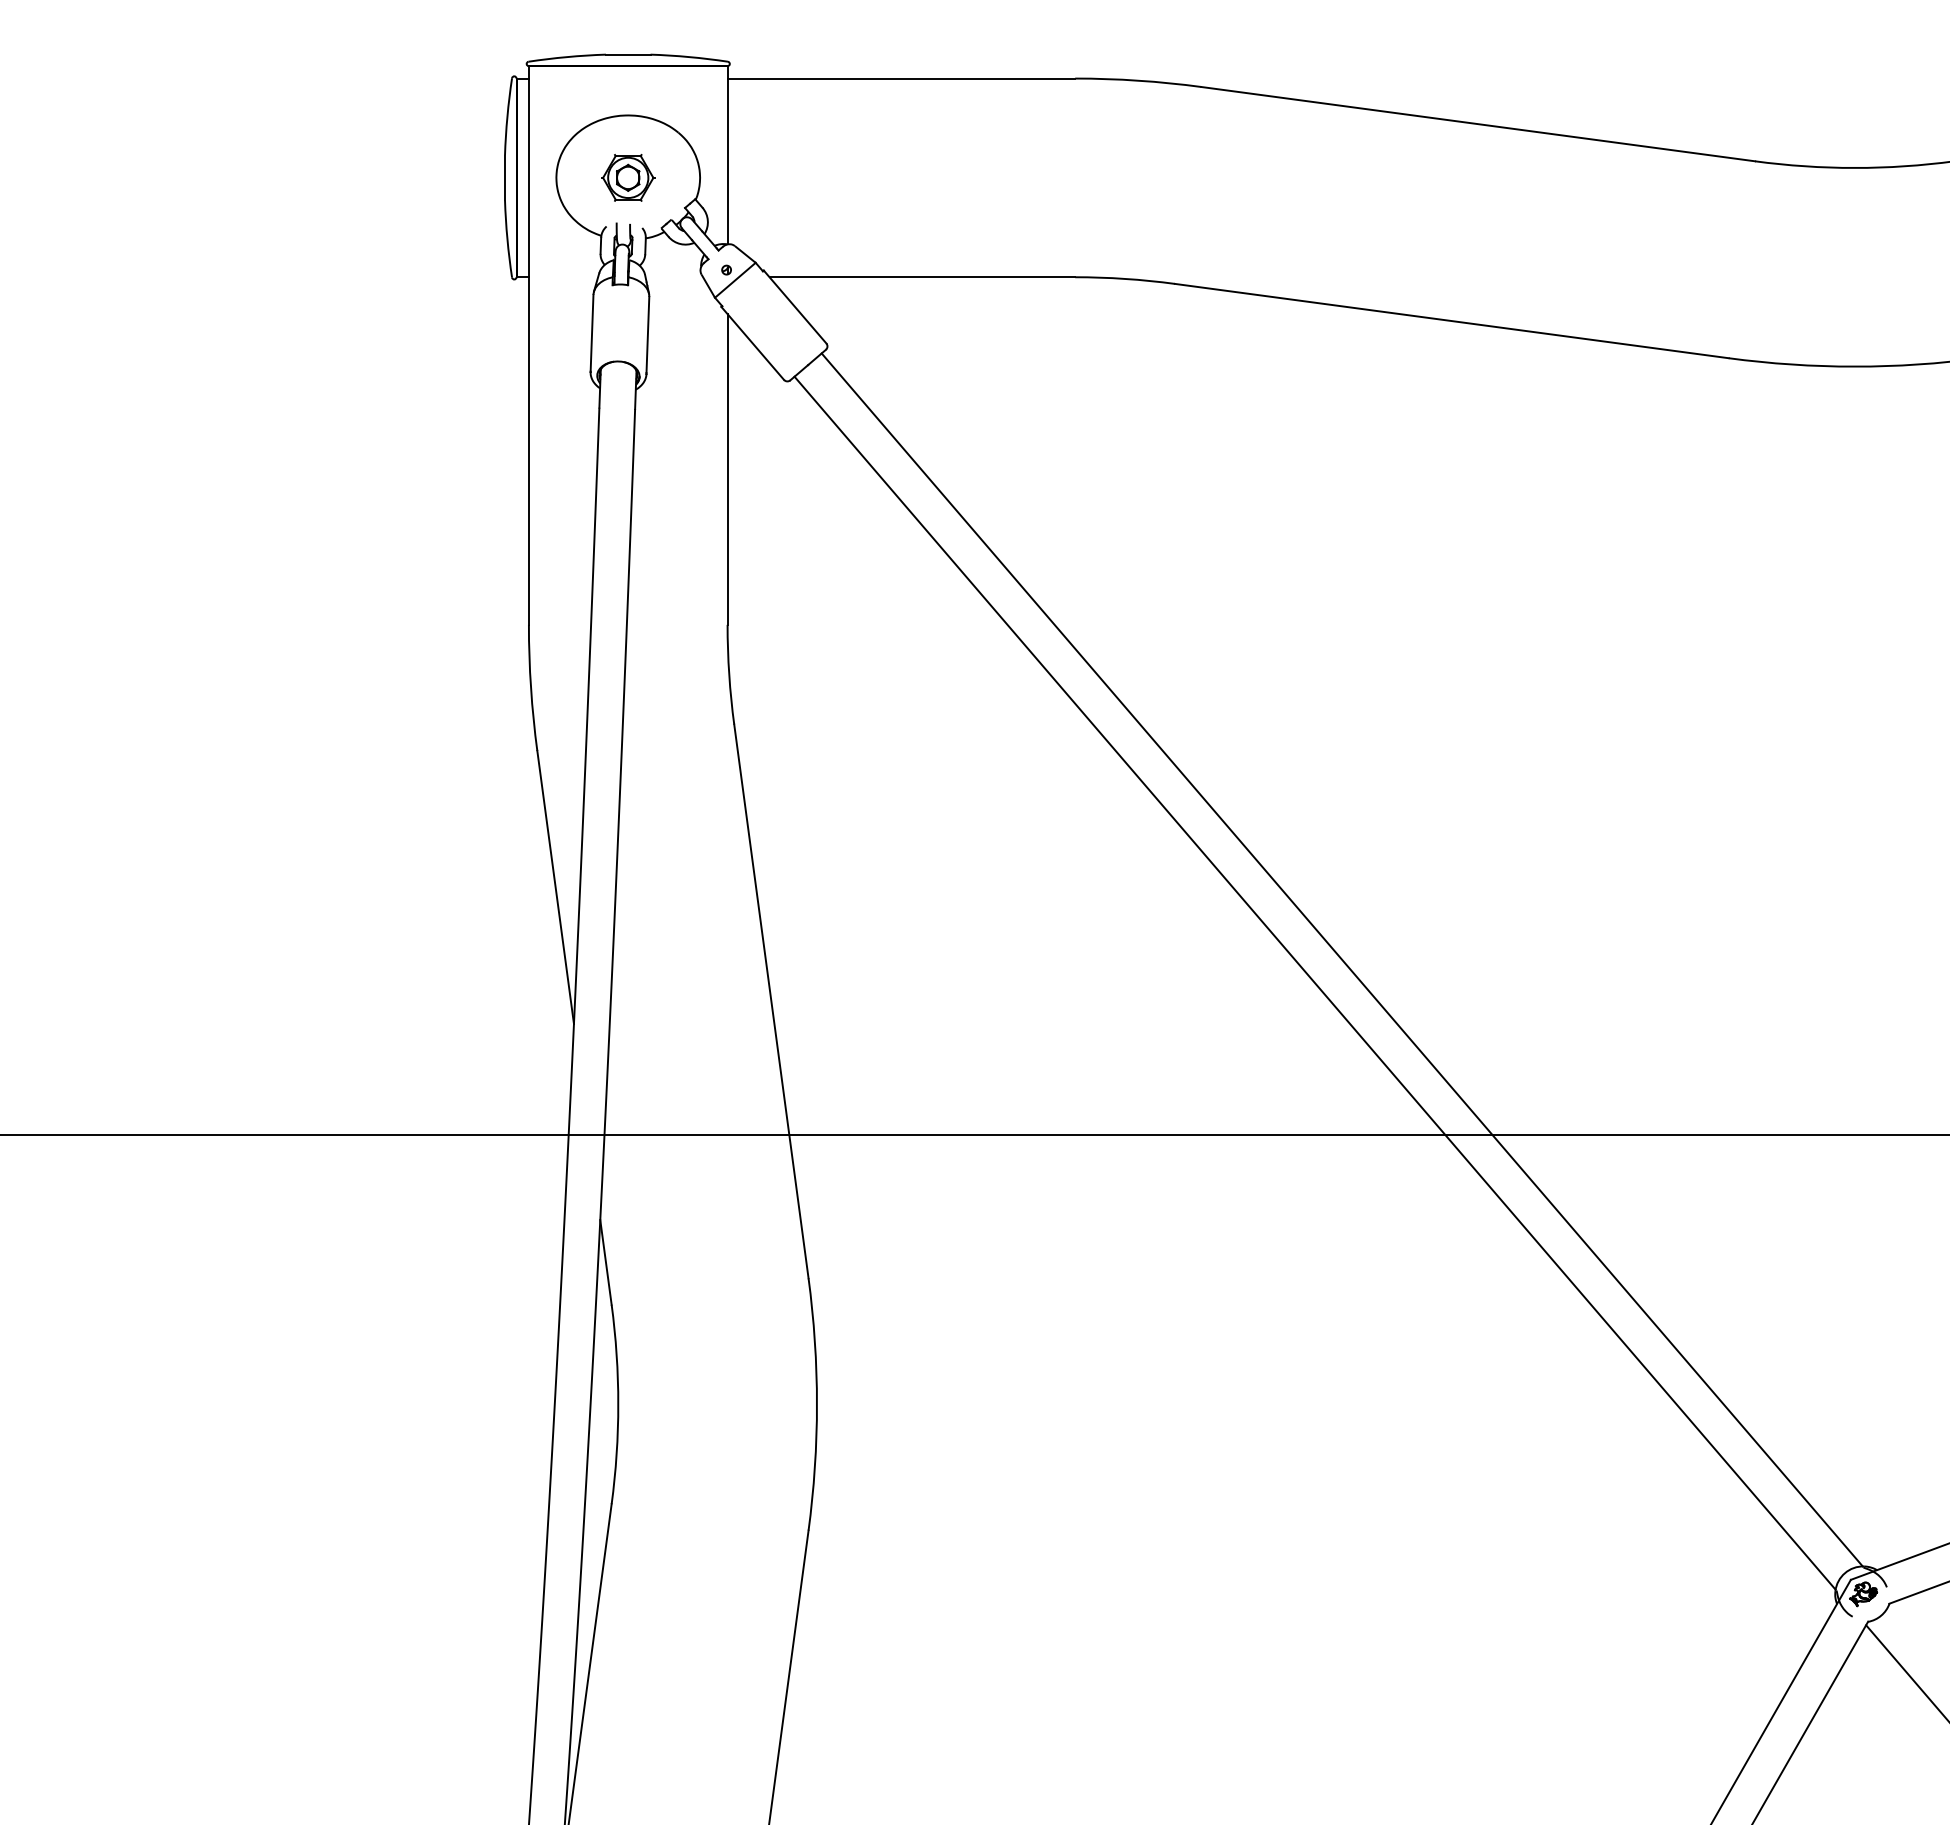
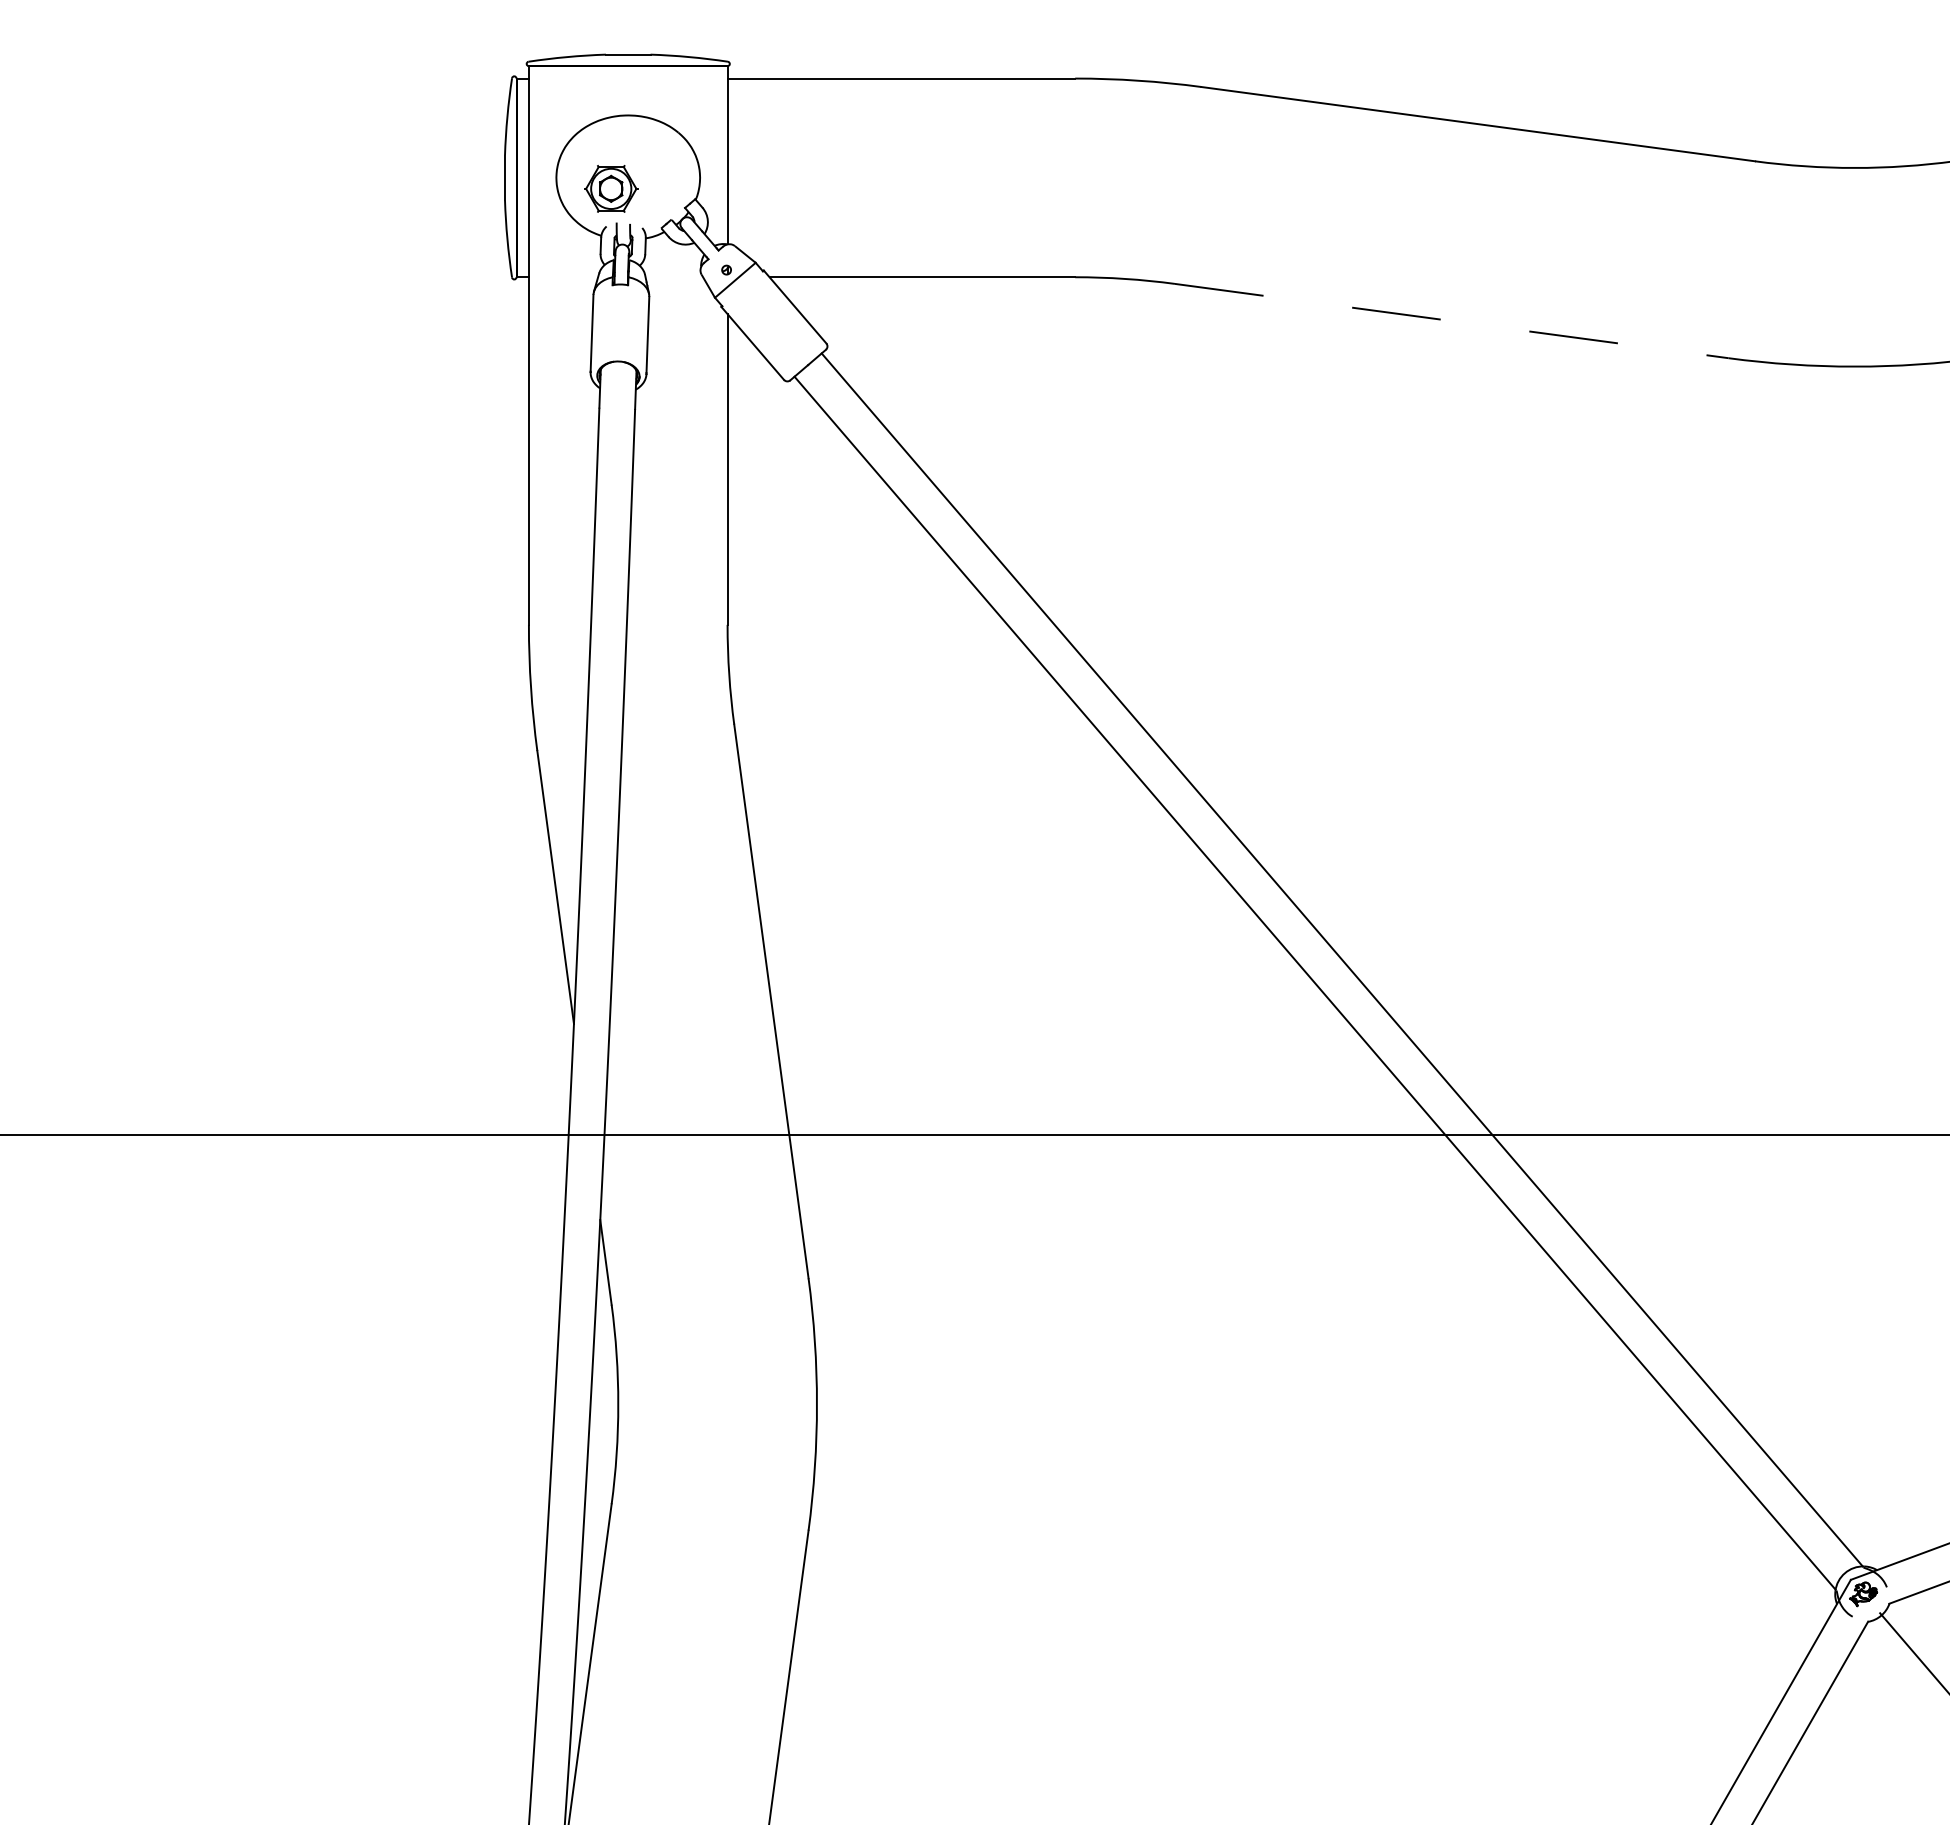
part at (628, 177) position: (628, 177) -> (611, 188)
line at (1452, 321): solid -> dashed
line at (1906, 1671) position: (1906, 1671) -> (1913, 1651)
